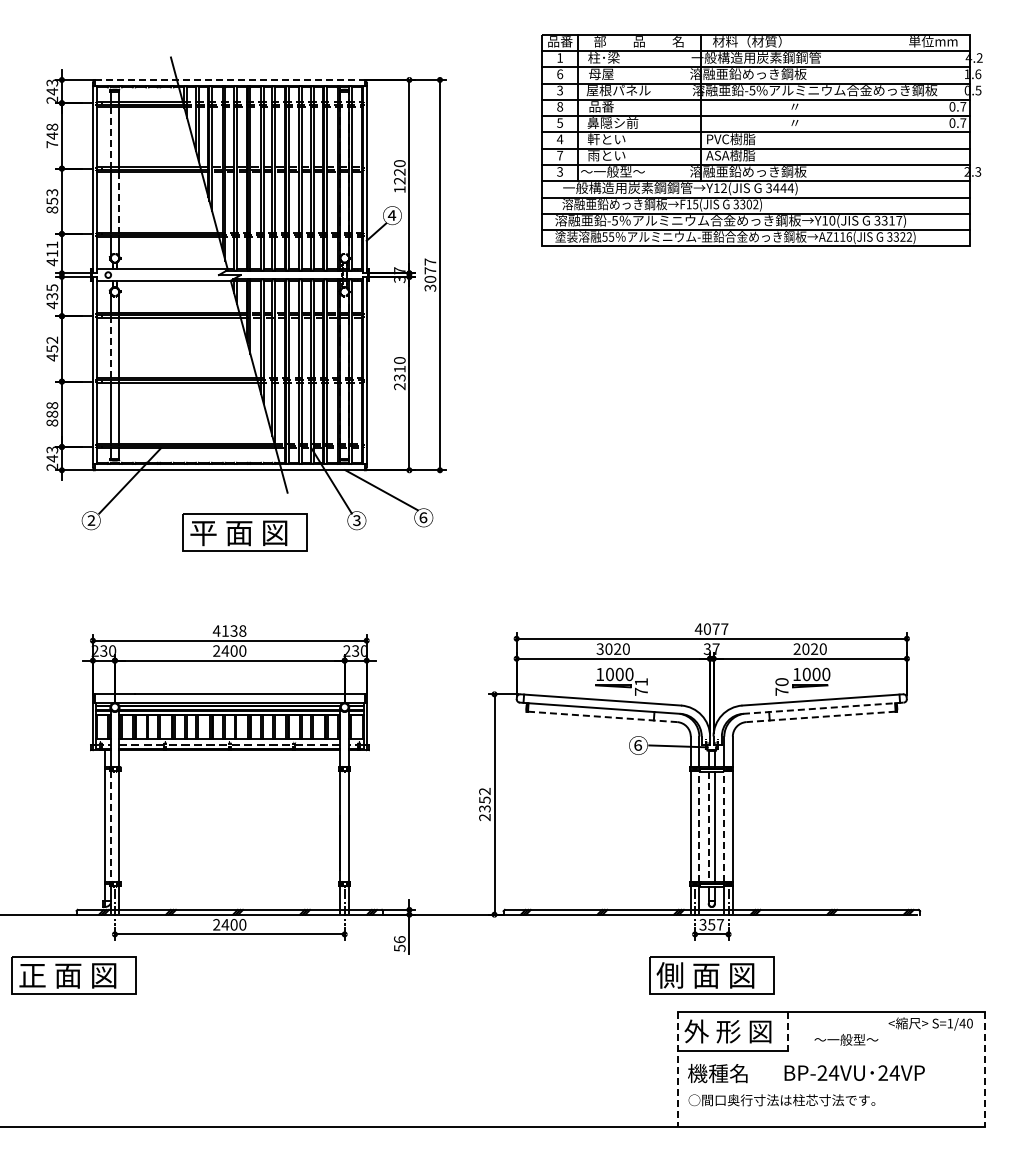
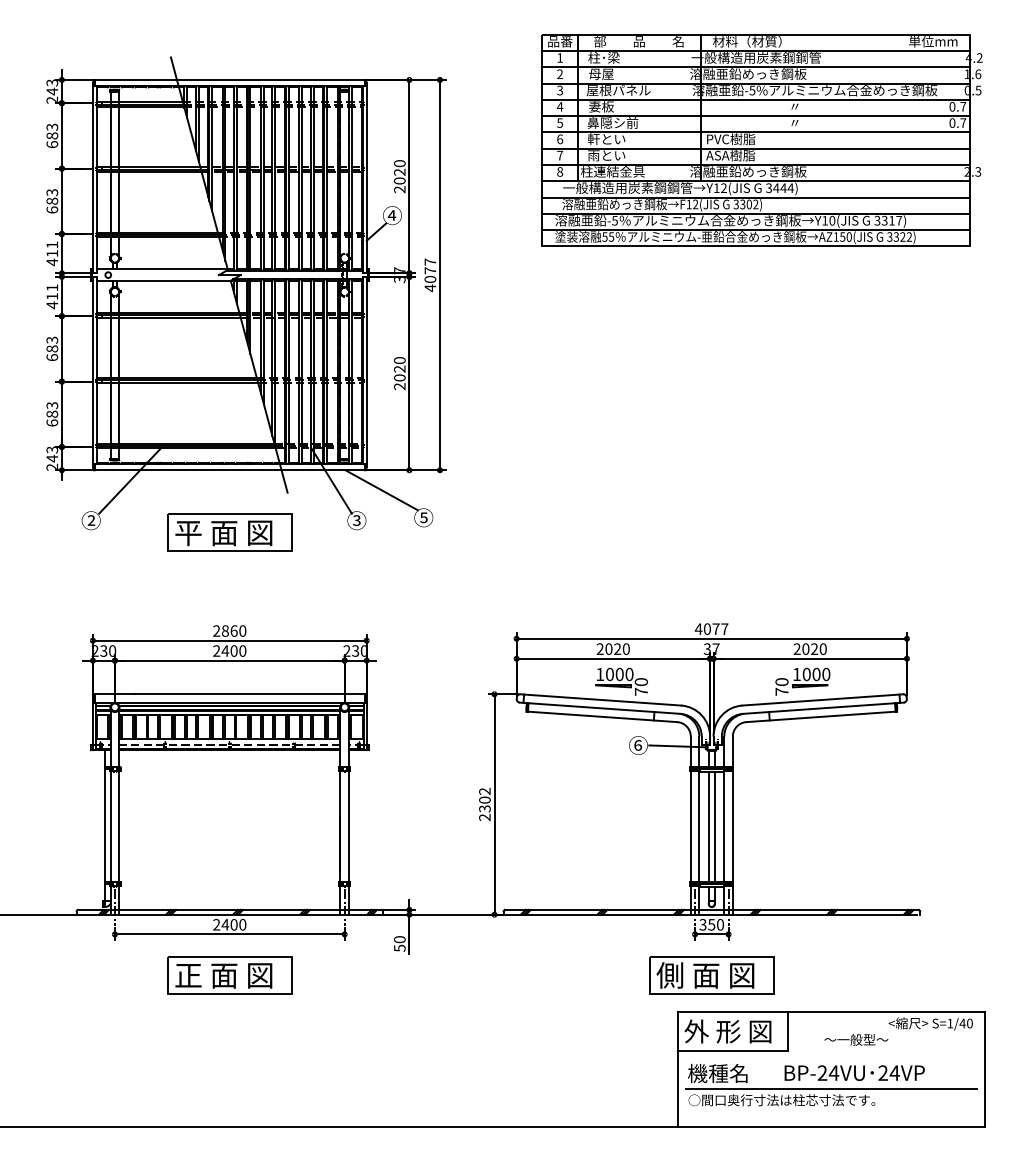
text at (560, 74): 6 -> 2
line at (230, 79): dashed -> solid
text at (559, 106): 8 -> 4
text at (601, 106): 品番 -> 妻板
text at (52, 135): 748 -> 683
line at (110, 137): dashed -> solid
text at (559, 139): 4 -> 6
text at (560, 171): 3 -> 8
text at (612, 171): ～一般型～ -> 柱連結金具
text at (399, 185): 1220 -> 2020
line at (119, 202): dashed -> solid
text at (695, 204): F15(JIS -> F12(JIS
text at (52, 205): 853 -> 683
text at (845, 236): AZ116(JIS -> AZ150(JIS
text at (430, 288): 3077 -> 4077
text at (52, 292): 435 -> 411
line at (110, 347): dashed -> solid
text at (52, 348): 452 -> 683
text at (399, 373): 2310 -> 2020
text at (51, 414): 888 -> 683
text at (423, 517): ⑥ -> ⑤
part at (244, 532) position: (244, 532) -> (229, 532)
text at (229, 630): 4138 -> 2860
text at (599, 649): 3020 -> 2020
text at (640, 681): 71 -> 70
line at (823, 708): dashed -> solid
line at (602, 716): dashed -> solid
line at (820, 716): dashed -> solid
text at (484, 799): 2352 -> 2302
line at (110, 826): dashed -> solid
line at (699, 826): dashed -> solid
line at (708, 826): dashed -> solid
line at (724, 826): dashed -> solid
text at (720, 924): 357 -> 350
text at (399, 939): 56 -> 50
part at (73, 975) position: (73, 975) -> (229, 975)
line at (787, 1031): dashed -> solid
text at (846, 1039) position: (846, 1039) -> (856, 1039)
line at (678, 1070): dashed -> solid
line at (984, 1070): dashed -> solid
line at (830, 1088): none -> present
